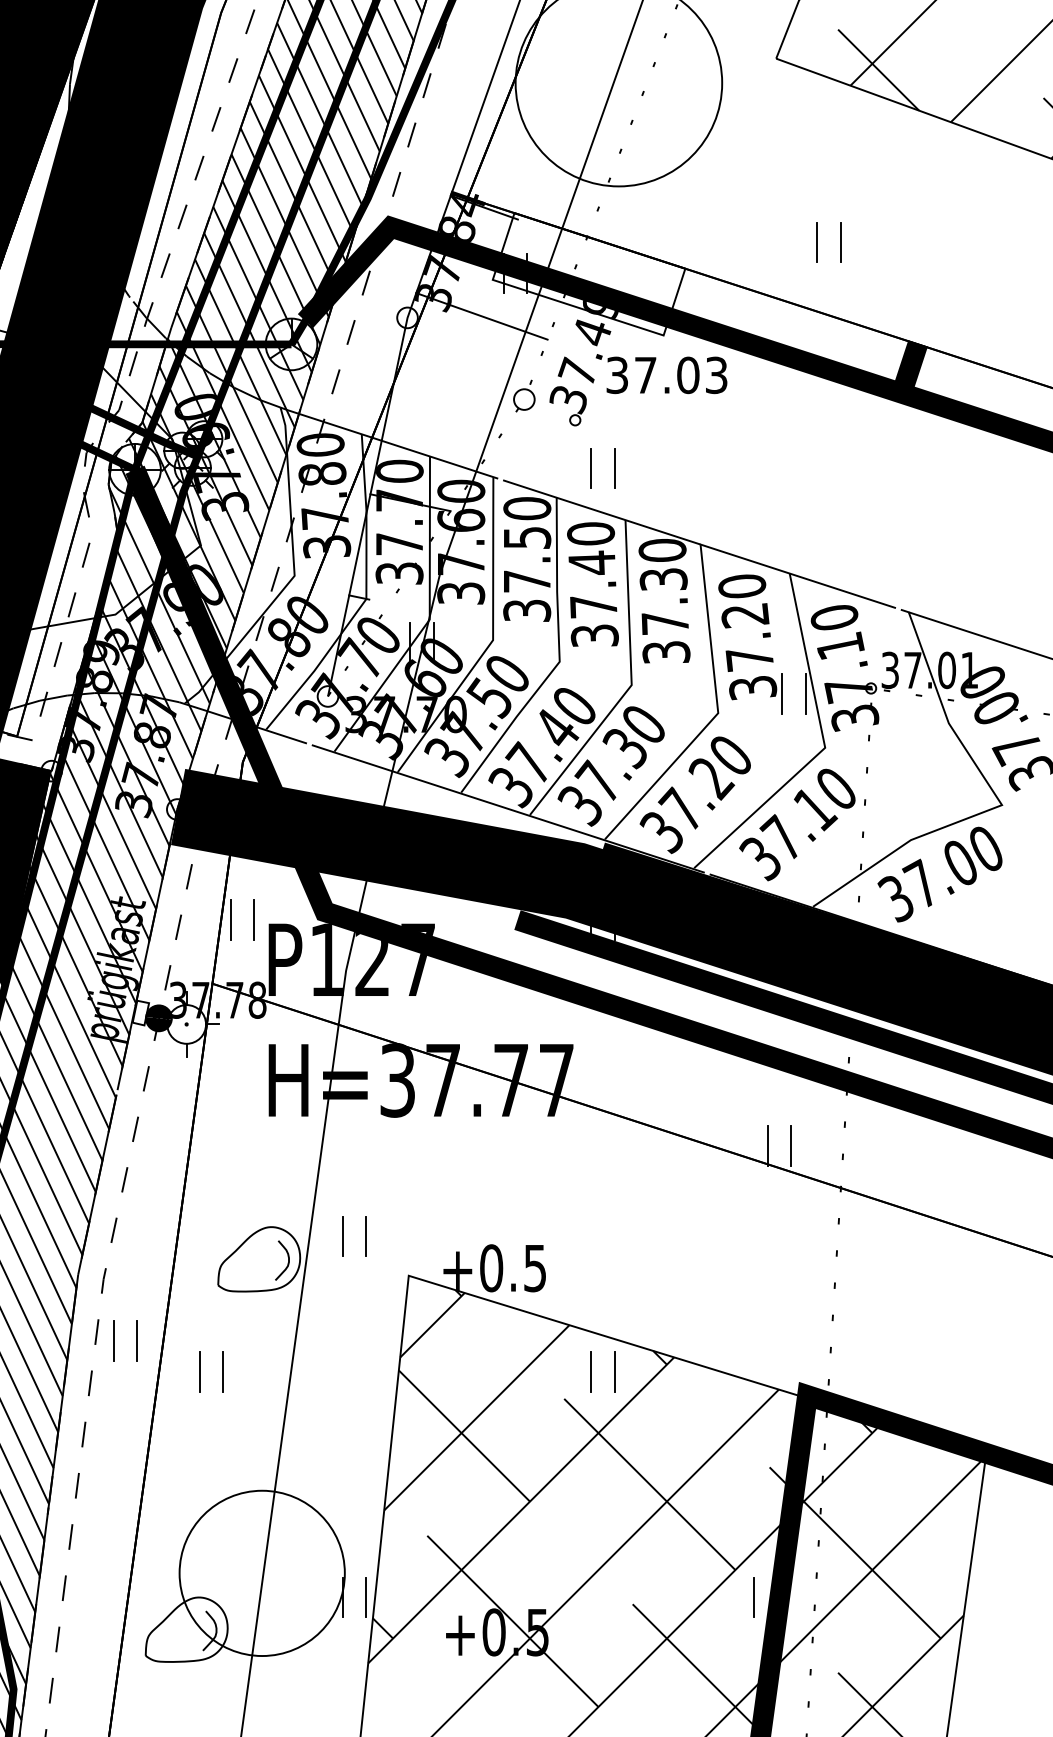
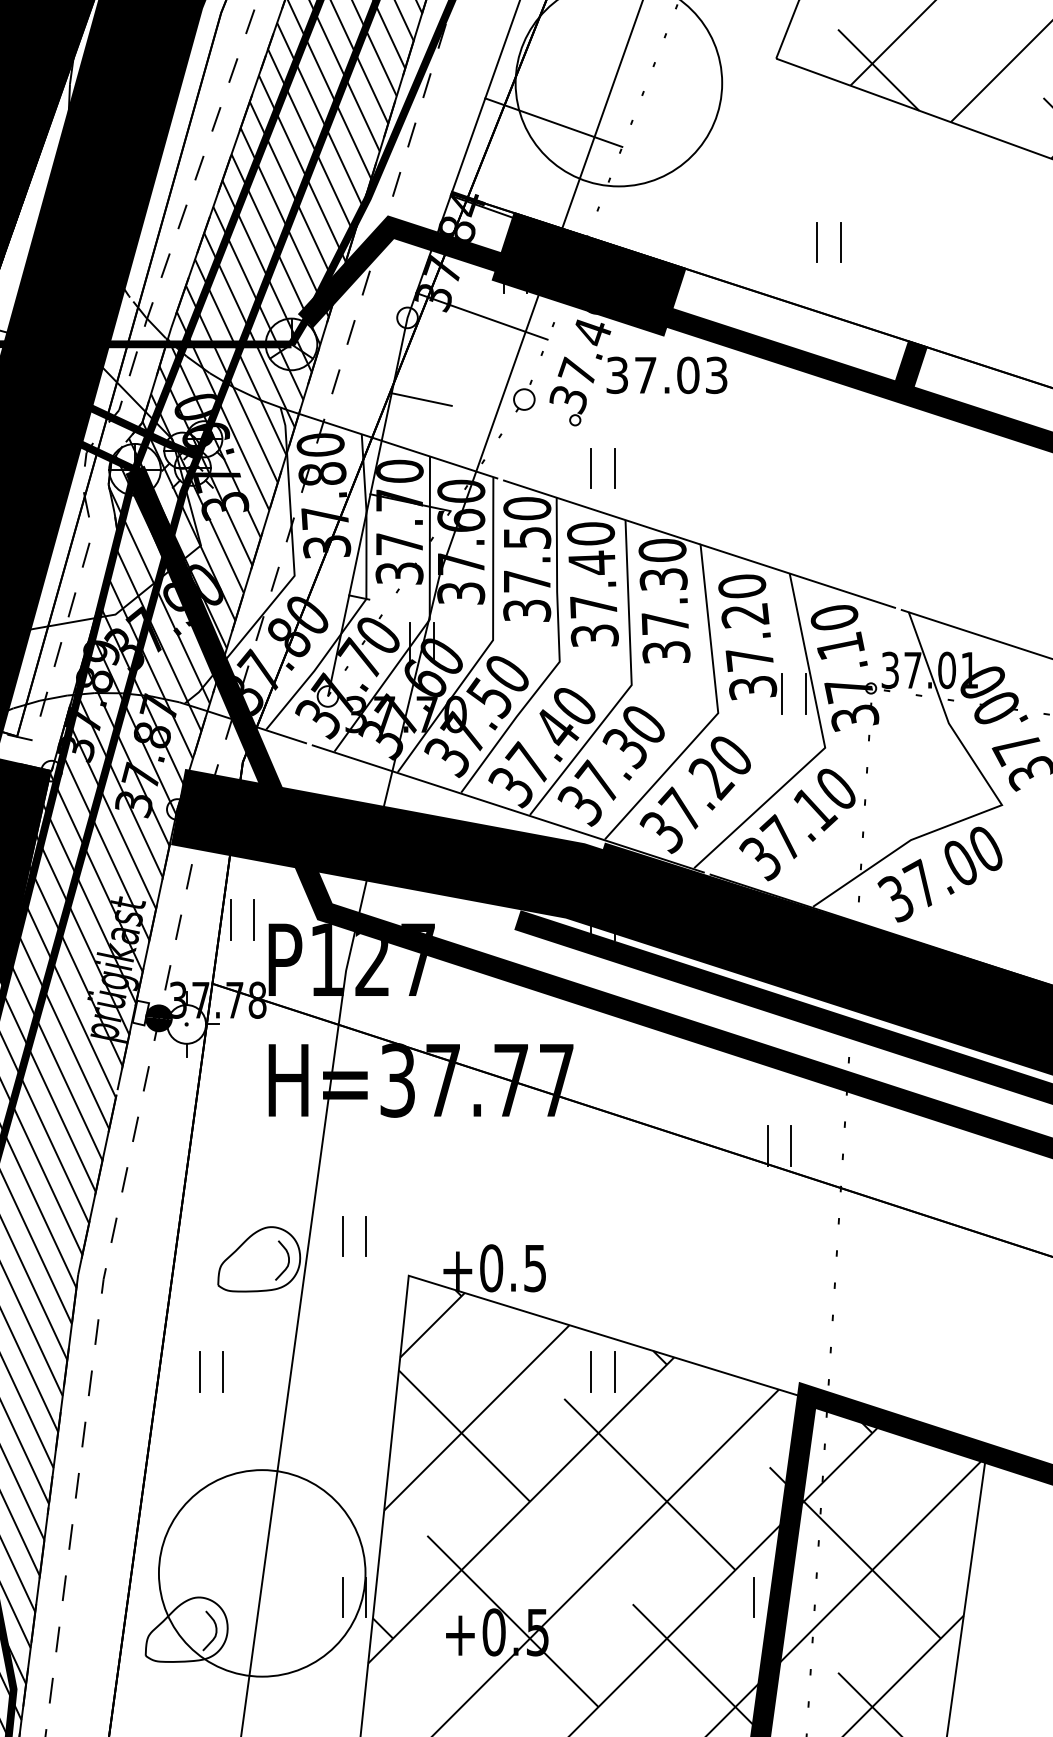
line at (553, 122): none -> present
fill at (588, 274): none -> present
line at (421, 399): none -> present
part at (114, 1340): present -> none
circle at (261, 1573) diameter: 165 px -> 207 px
